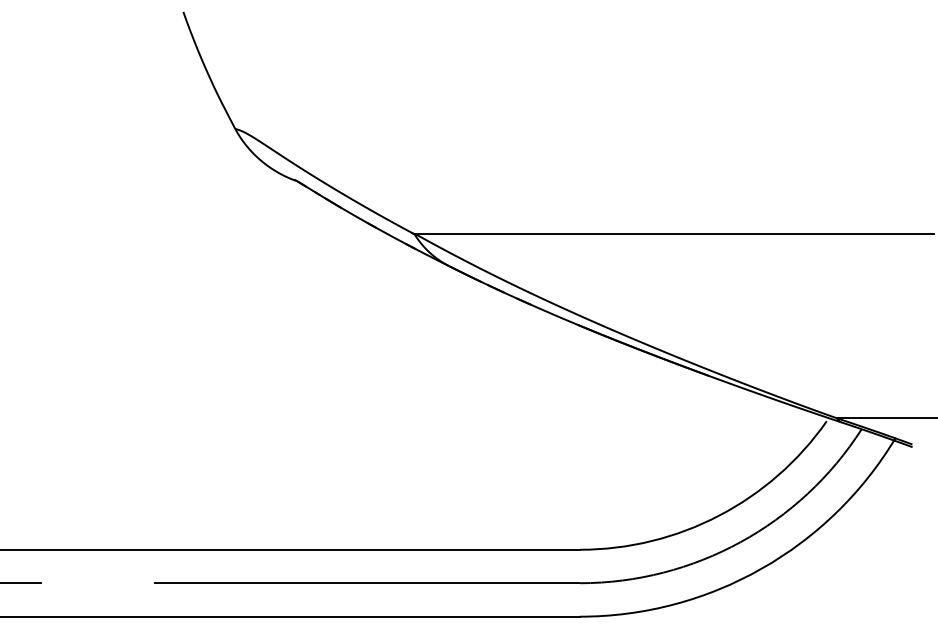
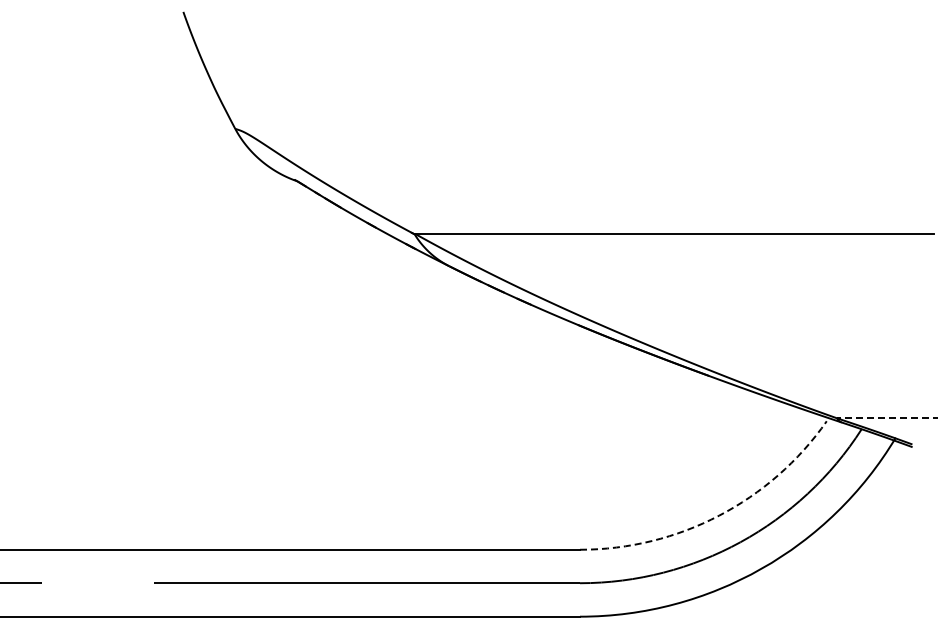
line at (887, 418): solid -> dashed
arc at (719, 515): solid -> dashed
